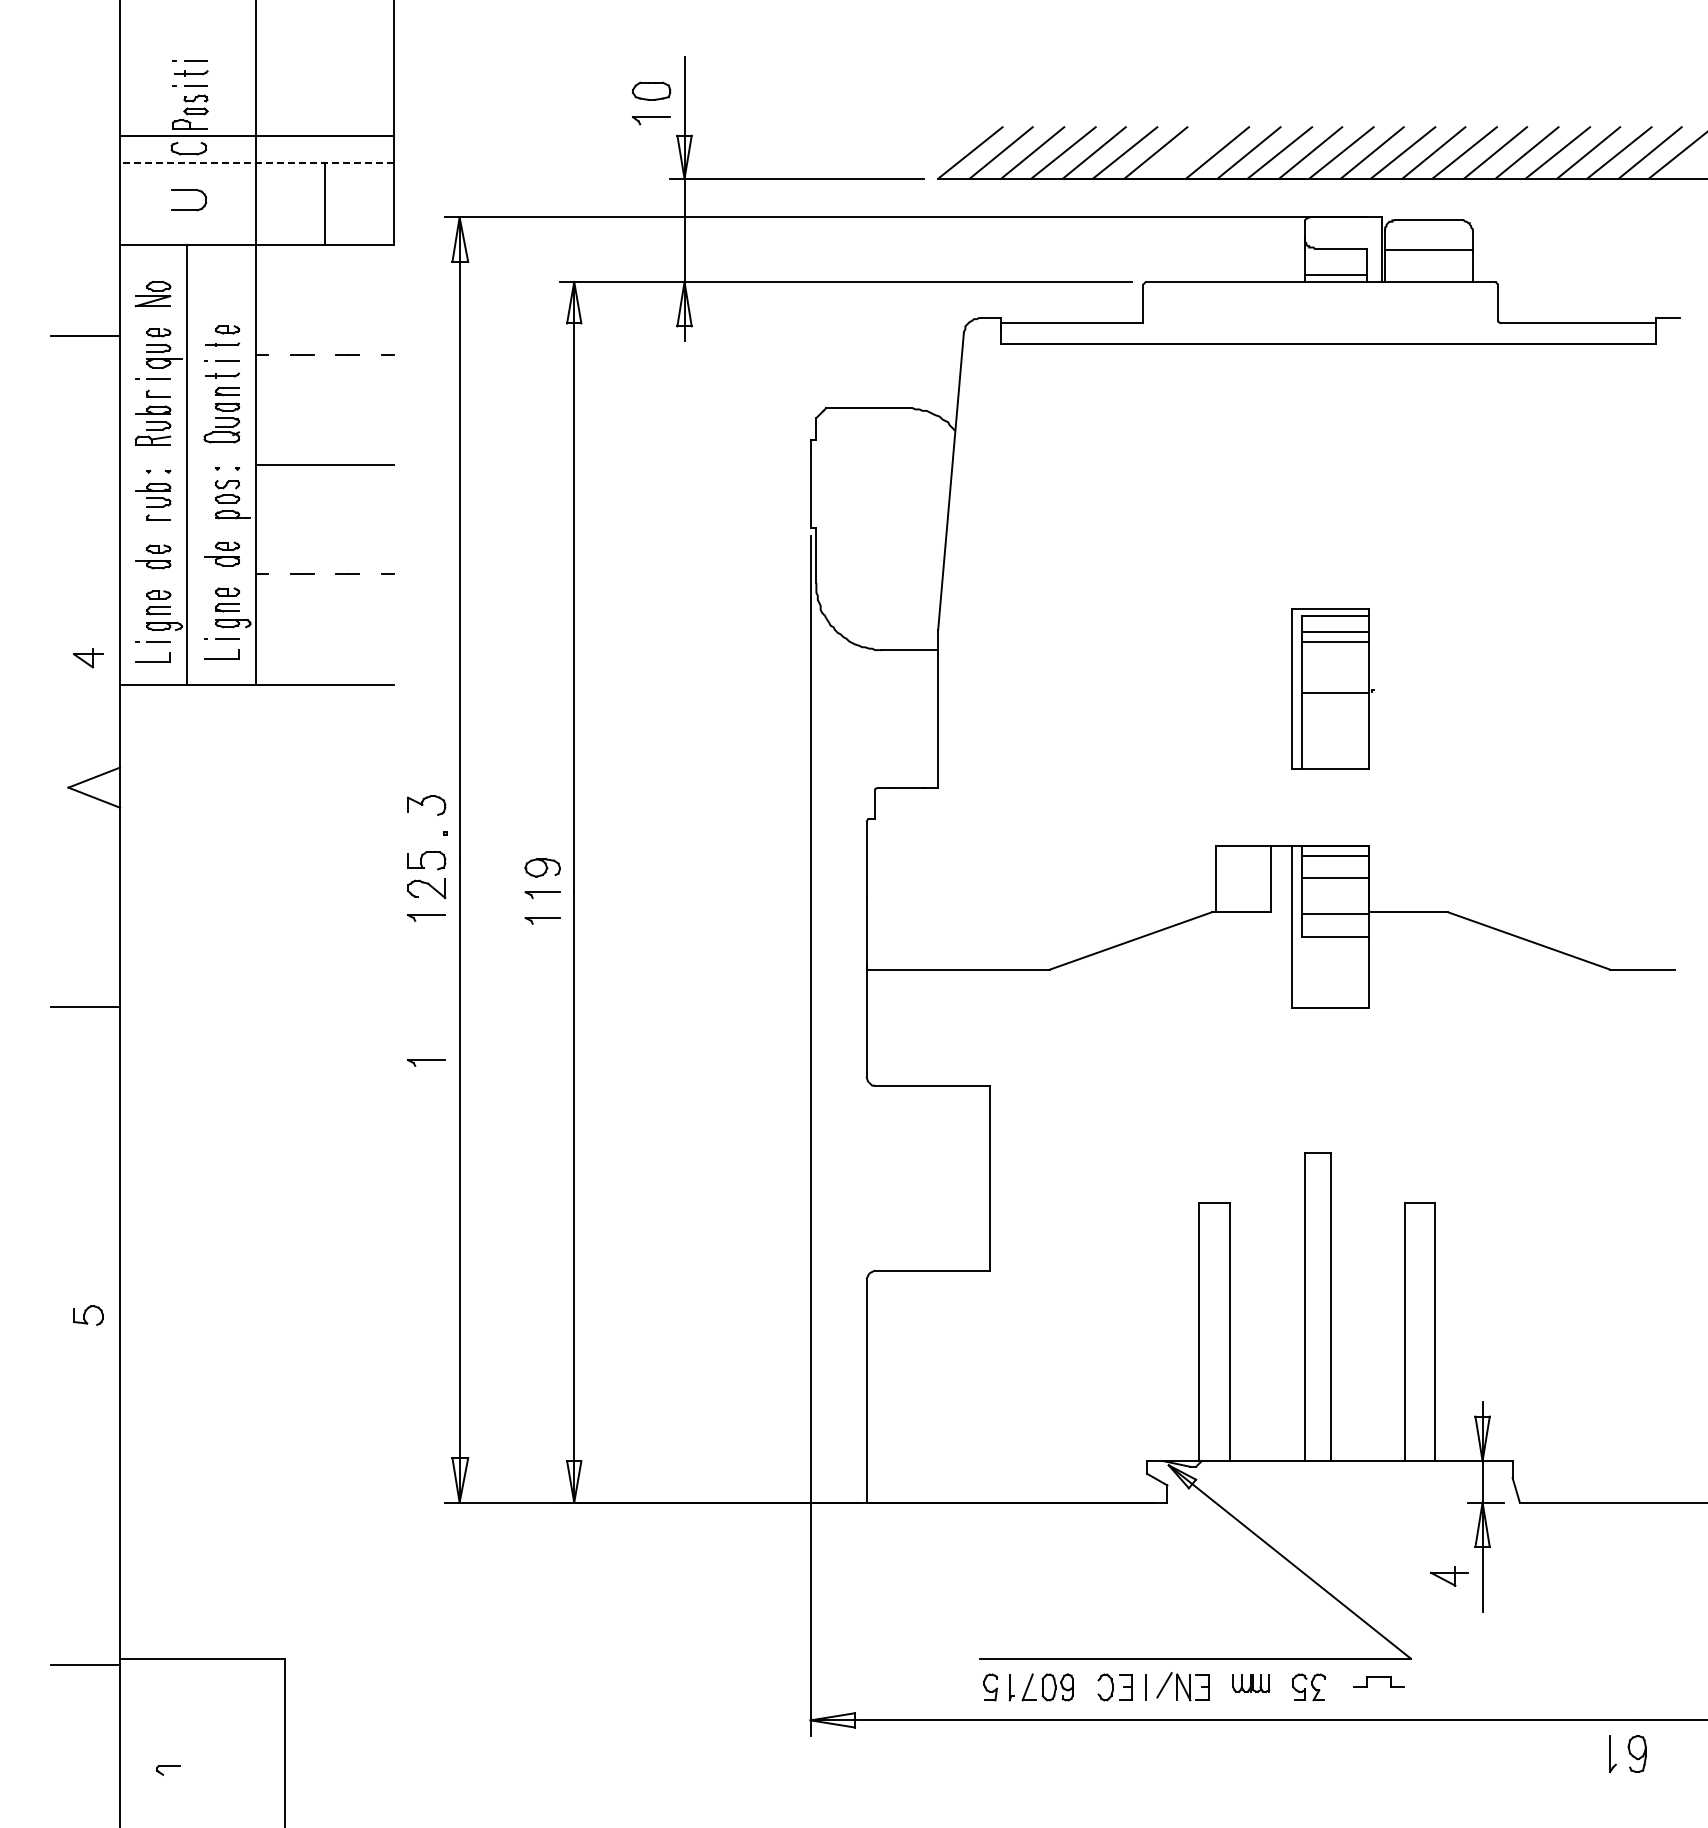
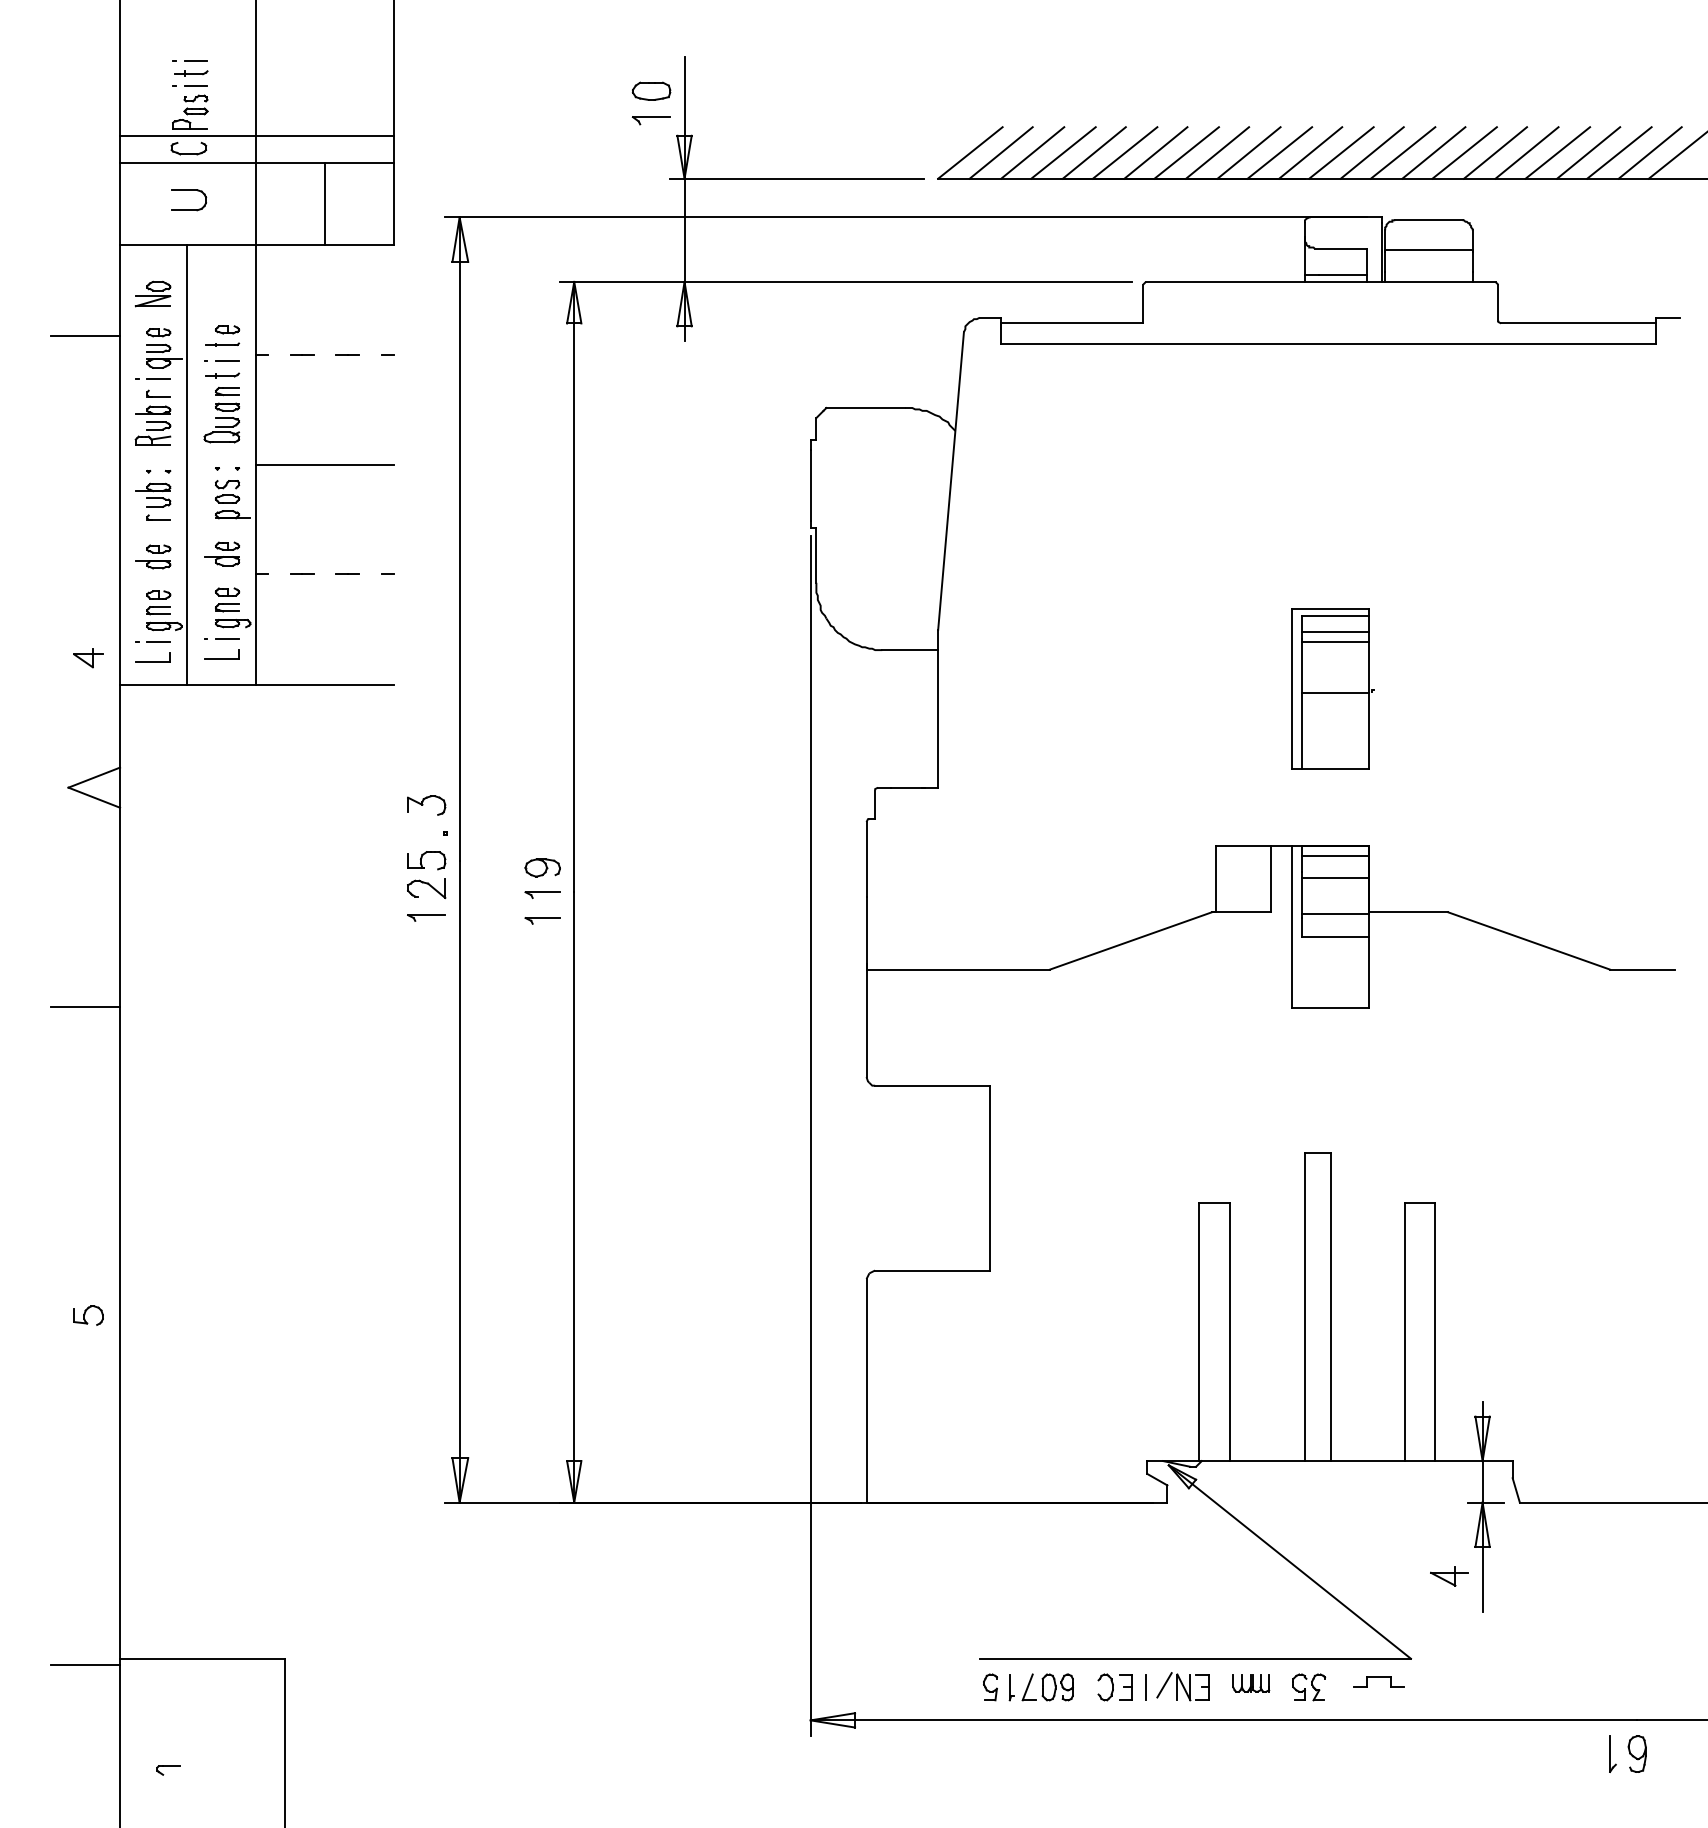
line at (1186, 152): none -> present
line at (256, 163): dashed -> solid
part at (426, 1062): present -> none
